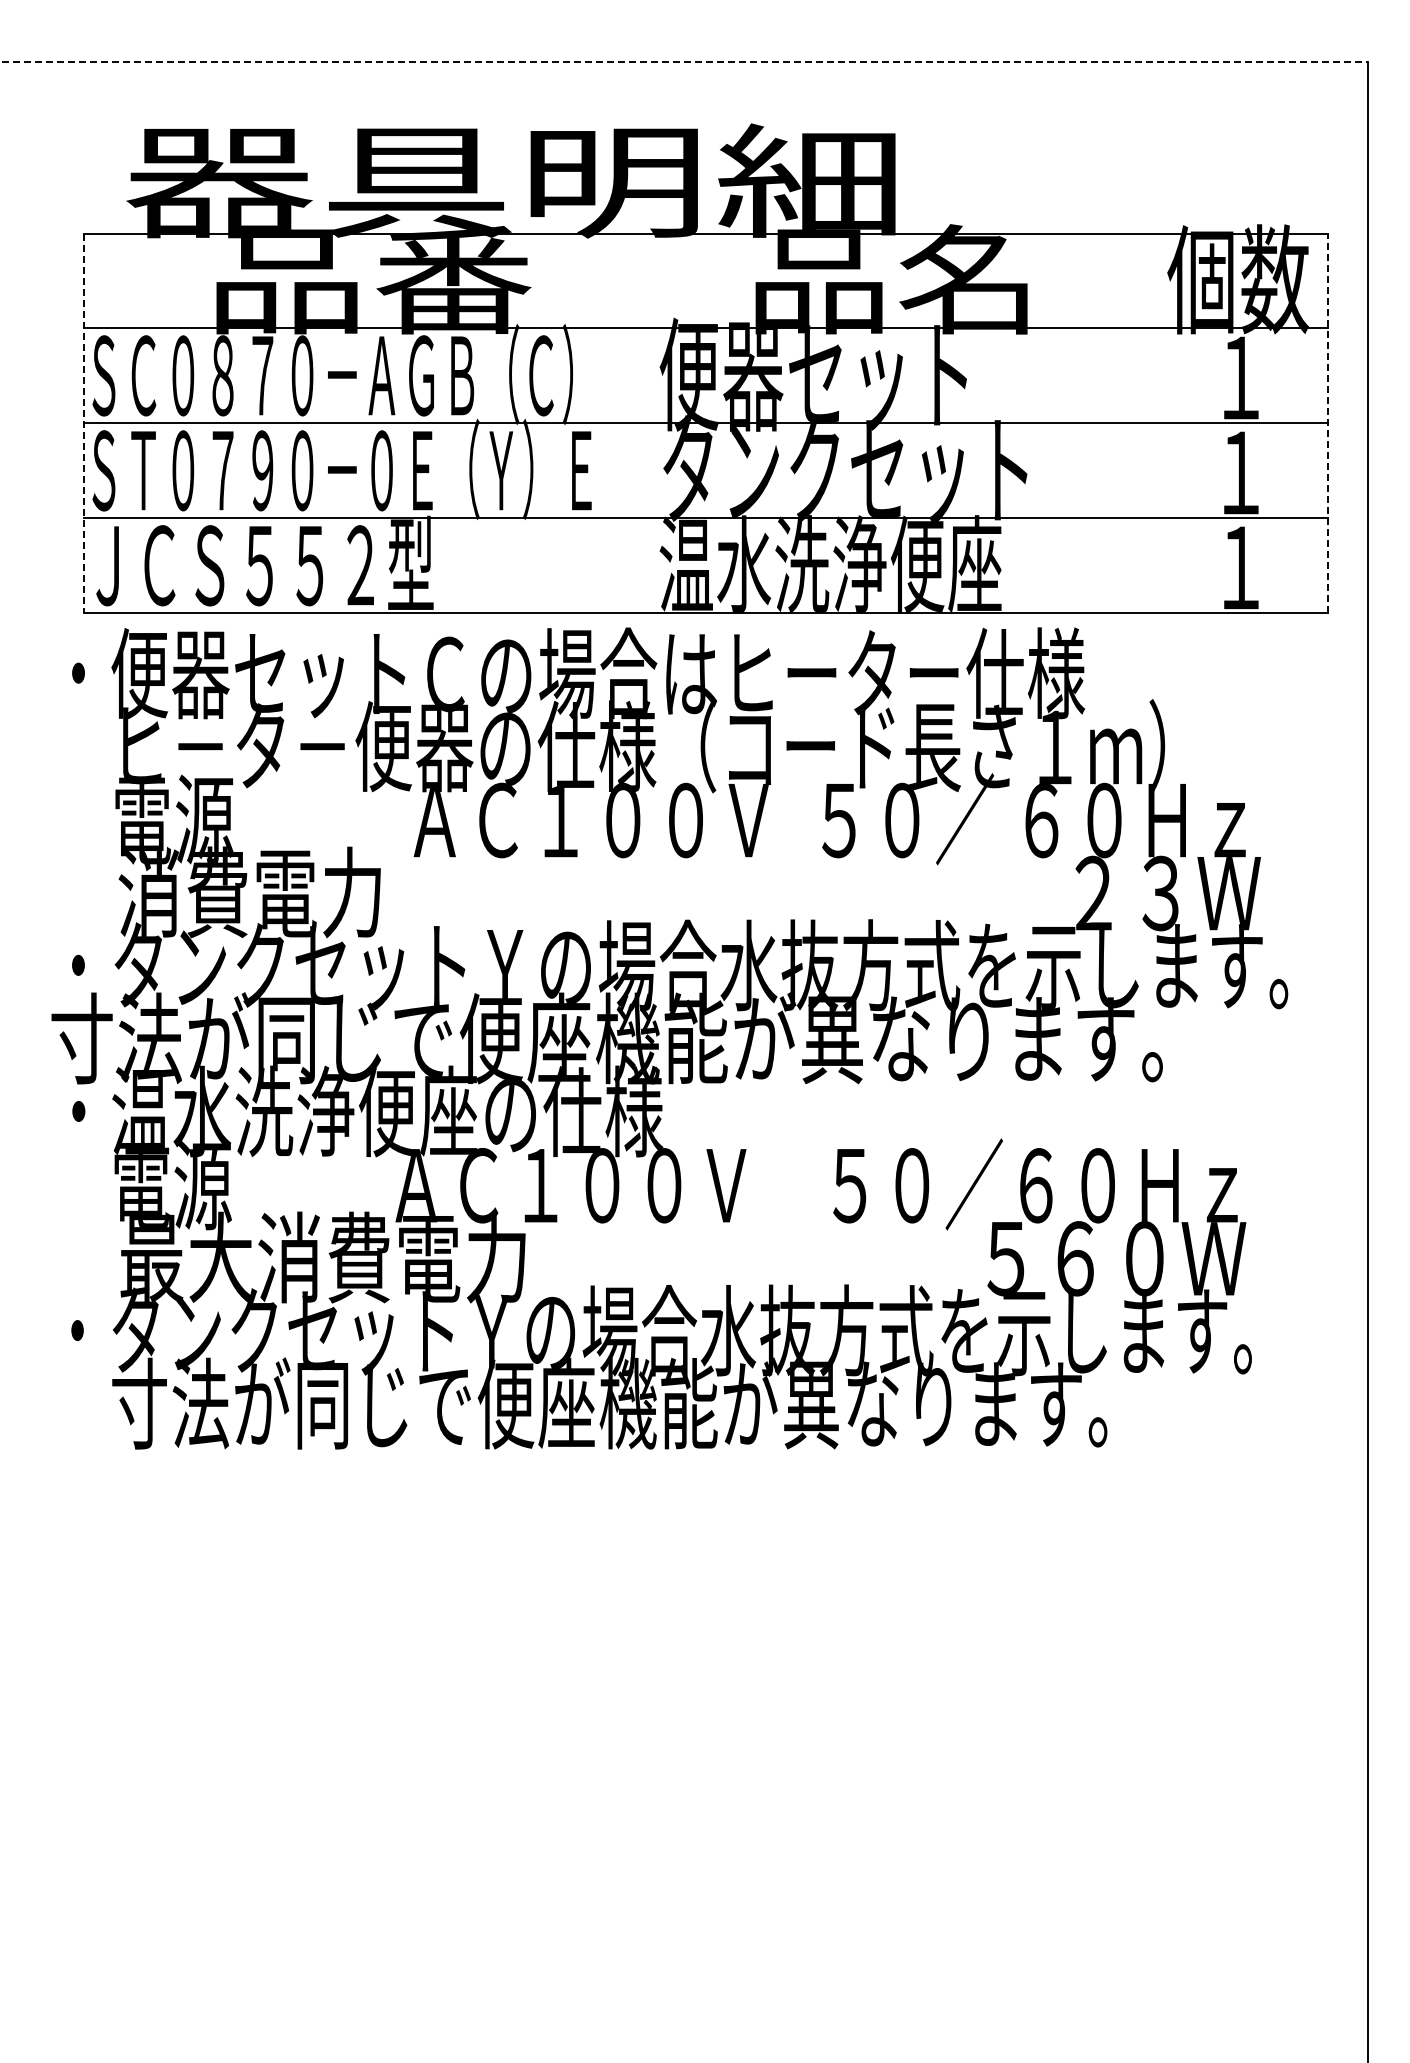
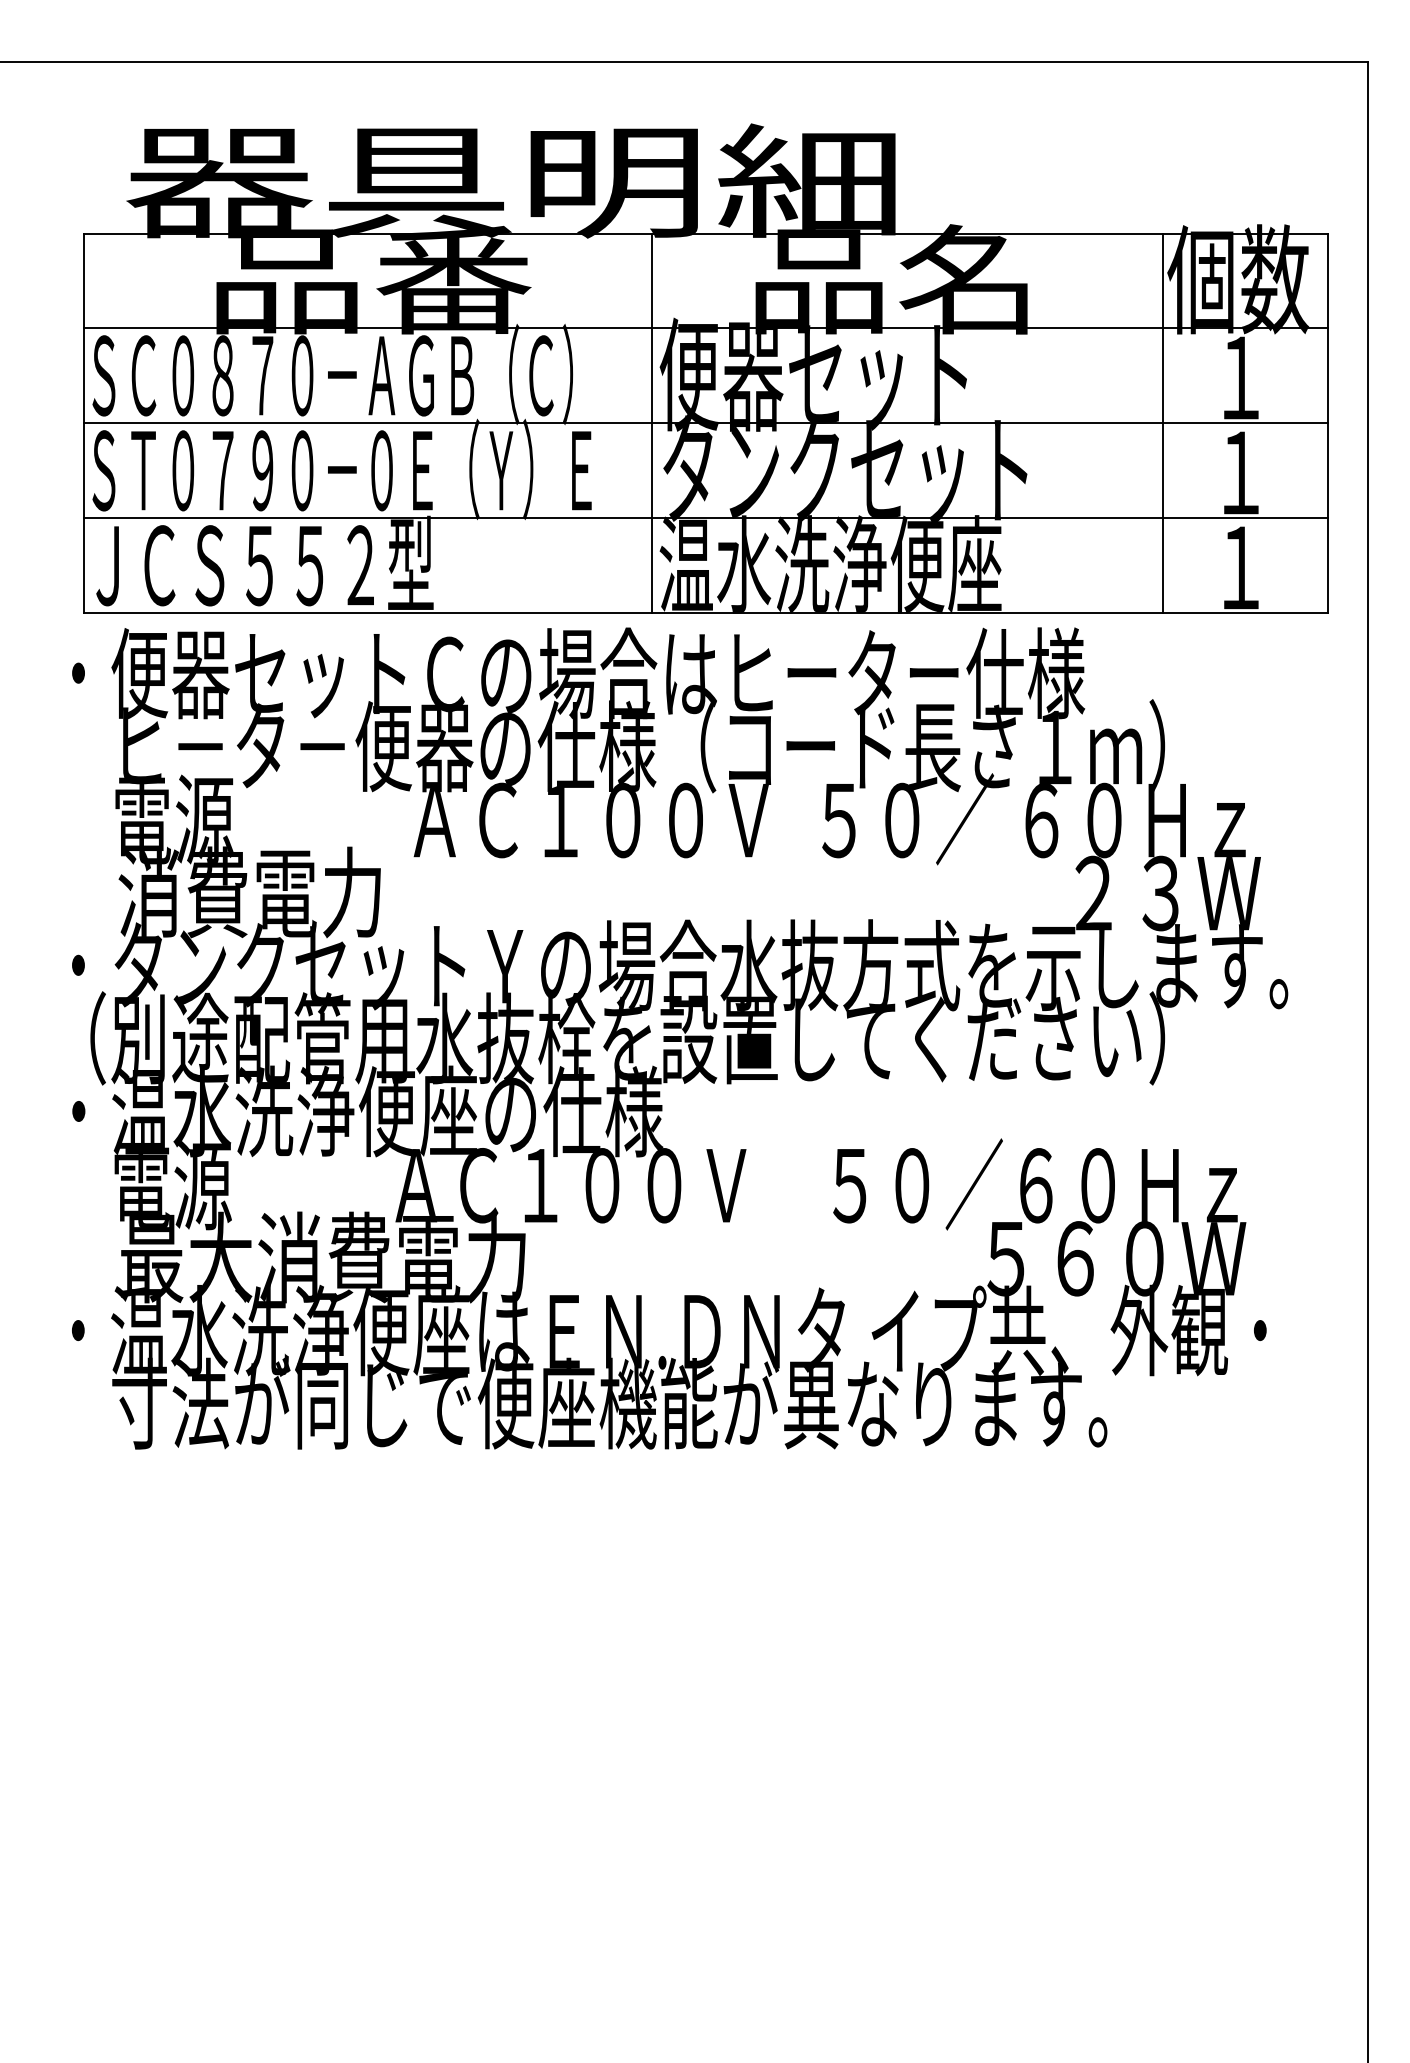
line at (684, 61): dashed -> solid
line at (83, 423): dashed -> solid
line at (651, 423): none -> present
line at (1163, 423): none -> present
line at (1327, 423): dashed -> solid
text at (608, 1038): 寸法が同じで便座機能が異なります。 -> （別途配管用水抜栓を設置してください）
text at (668, 1330): ・タンクセットＹの場合水抜方式を示します。 -> ・温水洗浄便座はＥＮ.ＤＮタ イプ共、外観・
